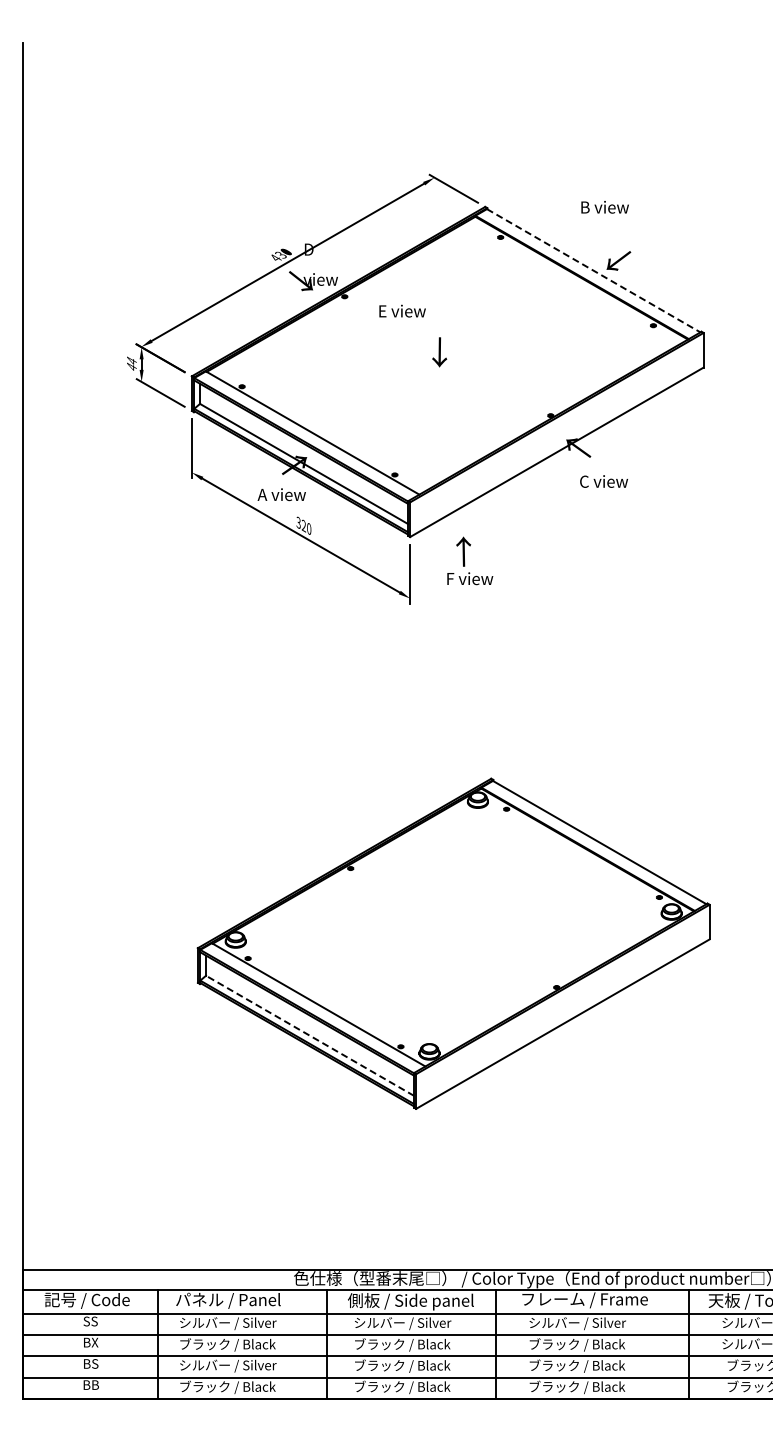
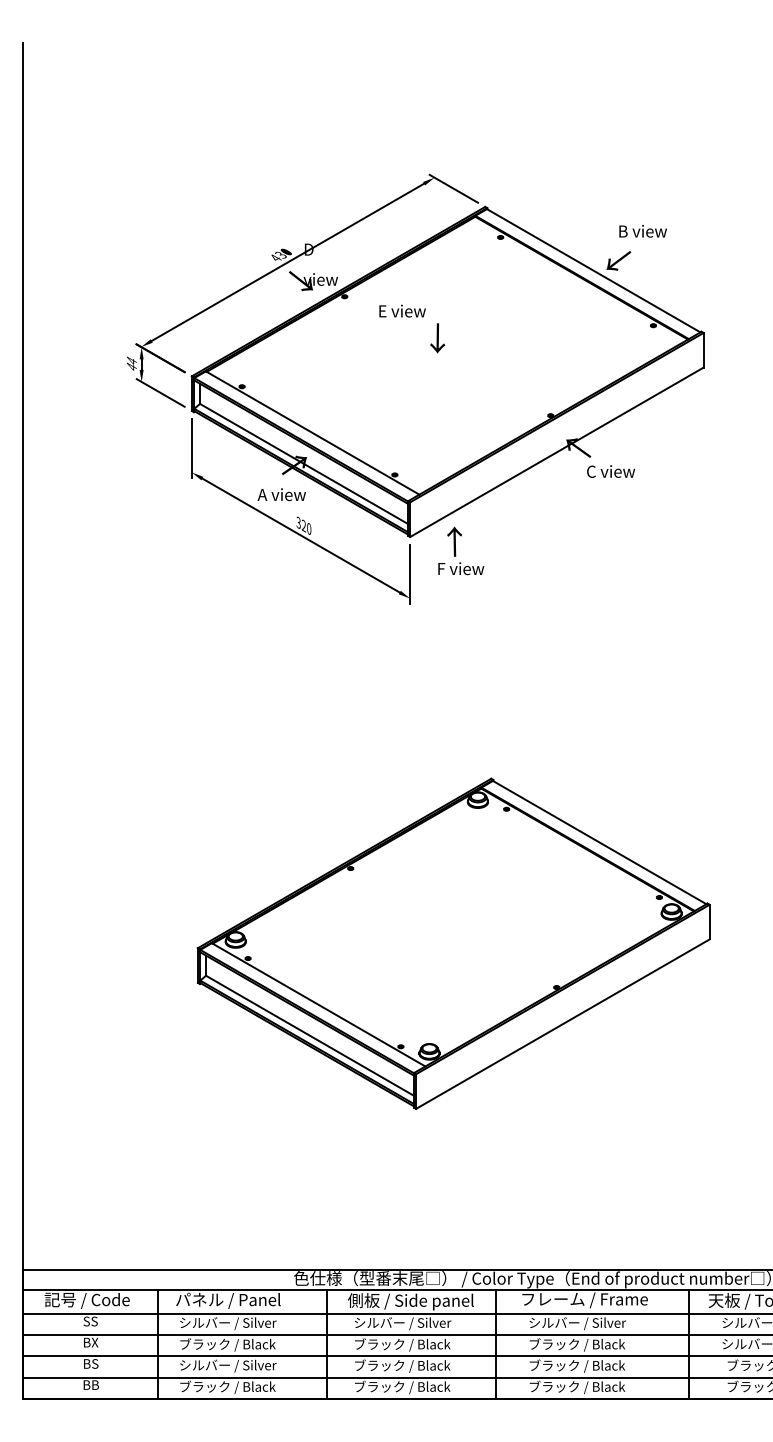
text at (604, 207) position: (604, 207) -> (642, 231)
line at (594, 271): dashed -> solid
text at (439, 352) position: (439, 352) -> (437, 338)
text at (603, 481) position: (603, 481) -> (610, 471)
text at (470, 560) position: (470, 560) -> (461, 550)
line at (309, 1035): dashed -> solid
